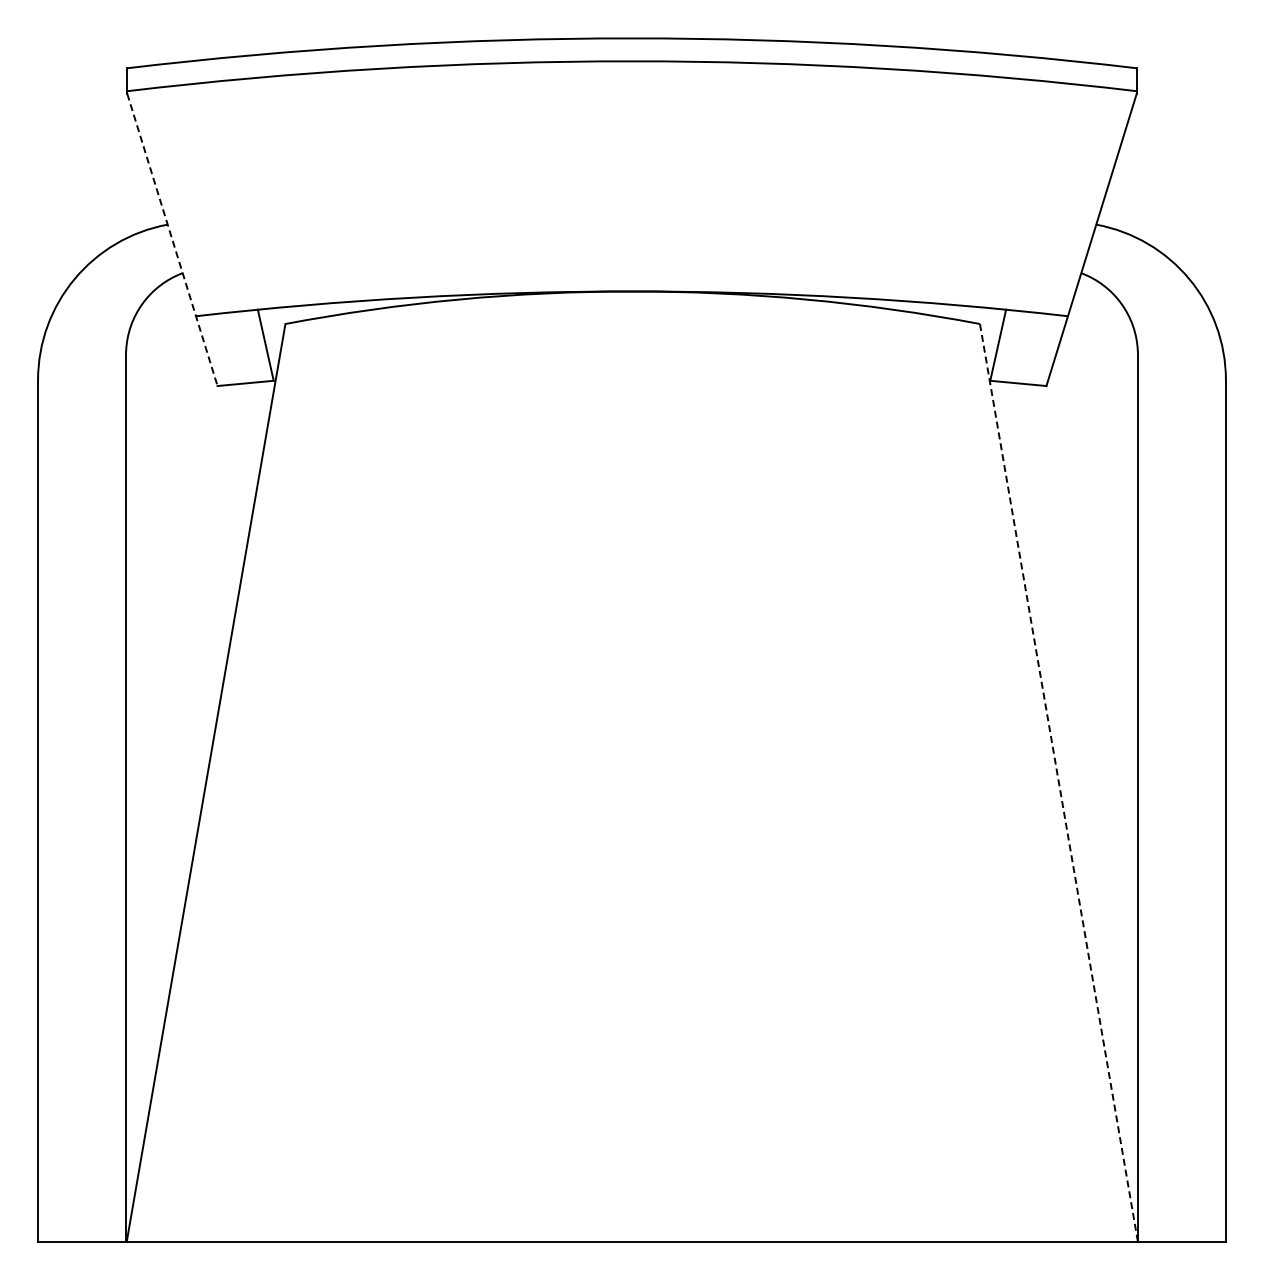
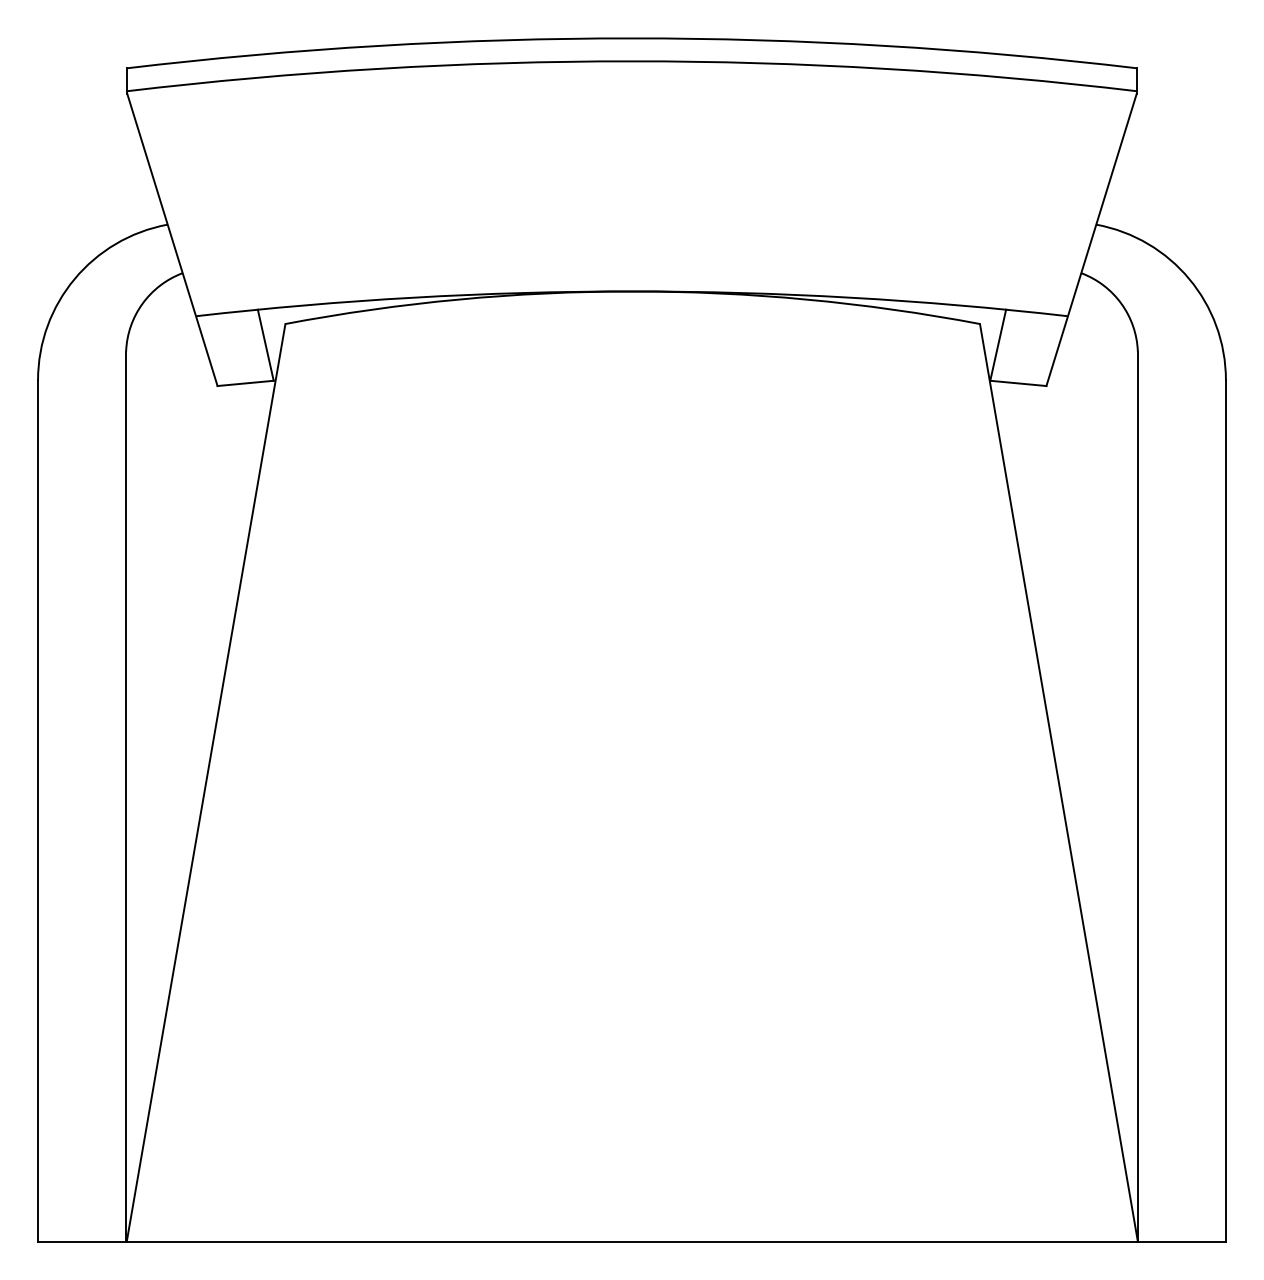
line at (172, 239): dashed -> solid
line at (1058, 782): dashed -> solid
